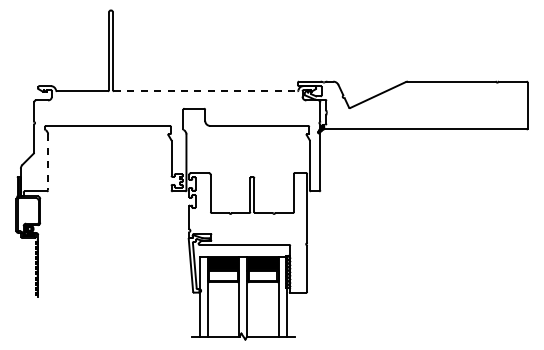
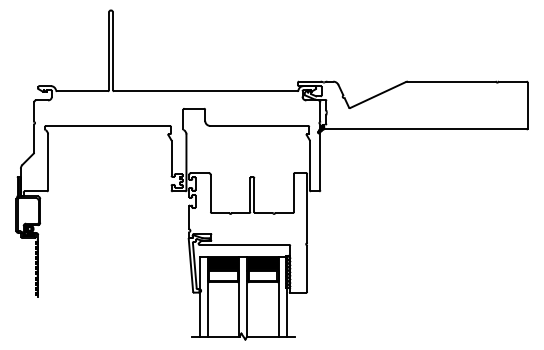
line at (205, 91): dashed -> solid
line at (48, 162): dashed -> solid
